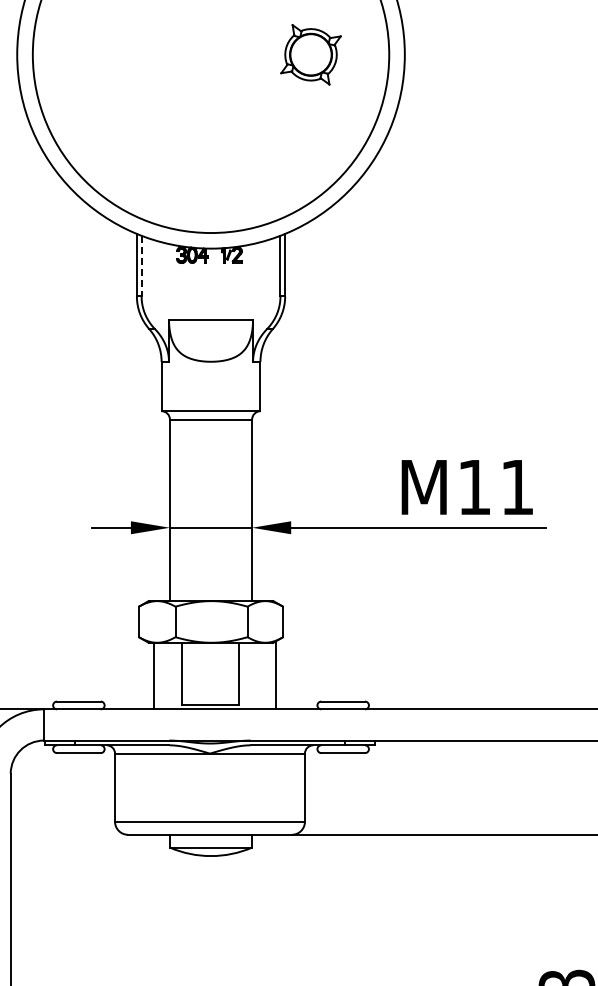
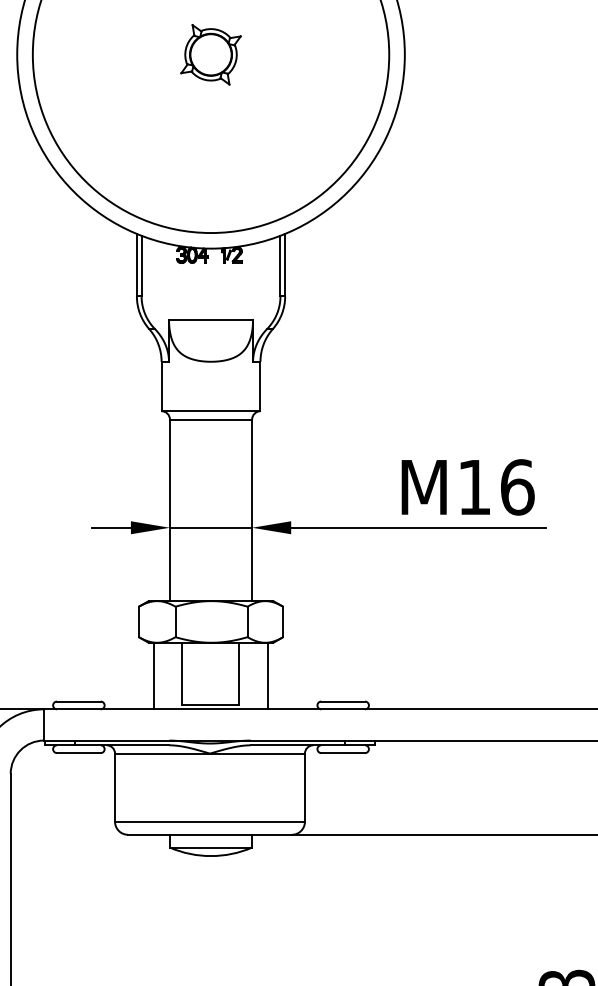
part at (310, 54) position: (310, 54) -> (210, 54)
line at (141, 266): dashed -> solid
text at (517, 487): M11 -> M16
line at (276, 675) position: (276, 675) -> (268, 675)
